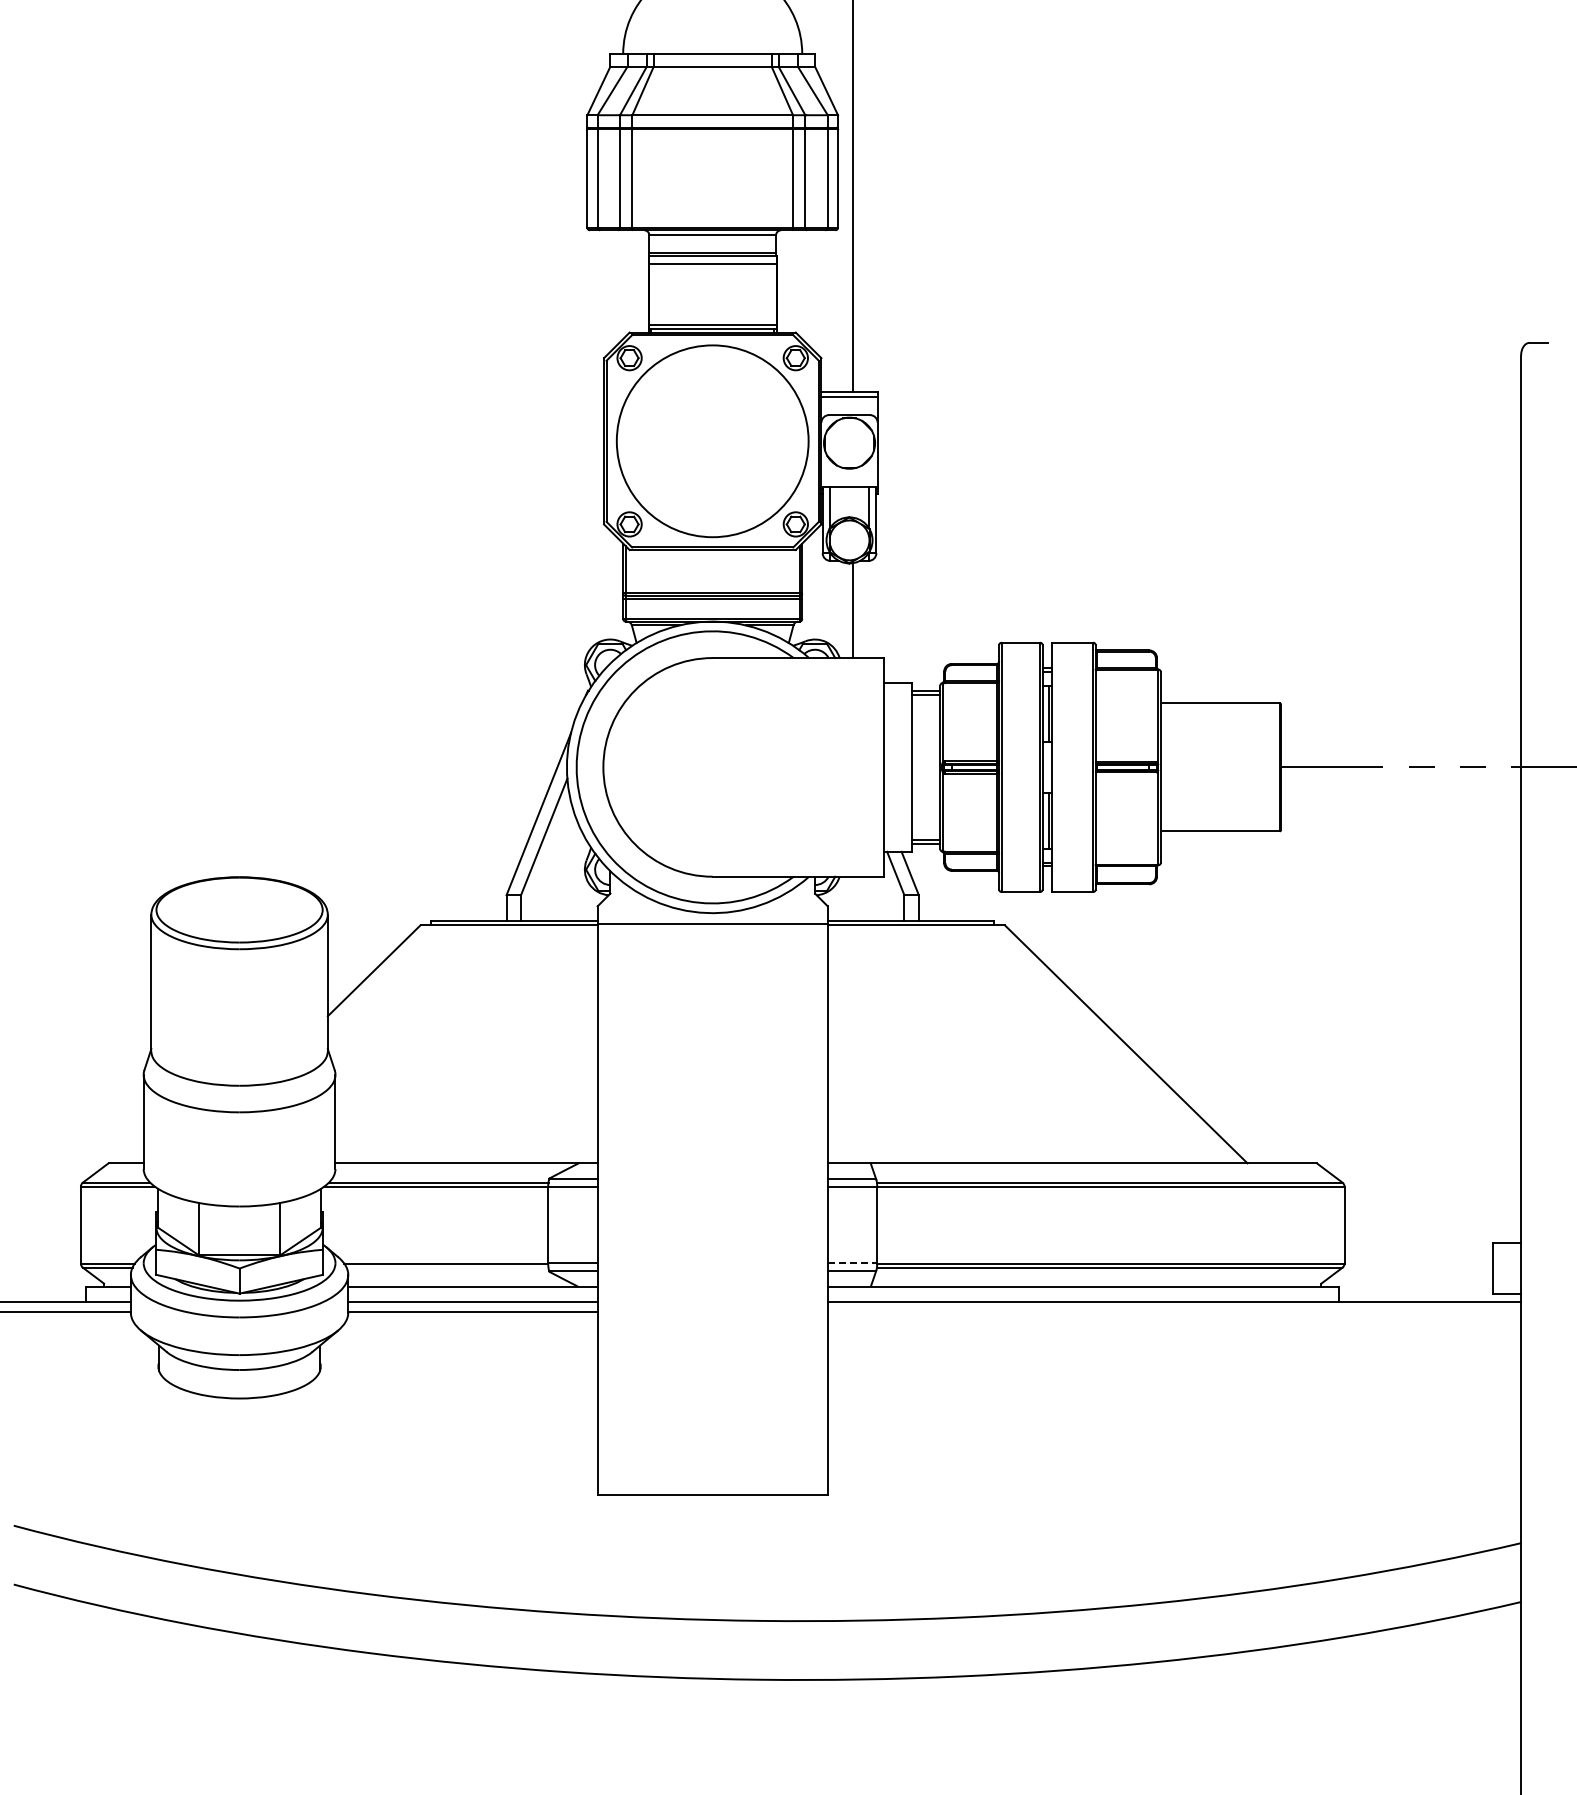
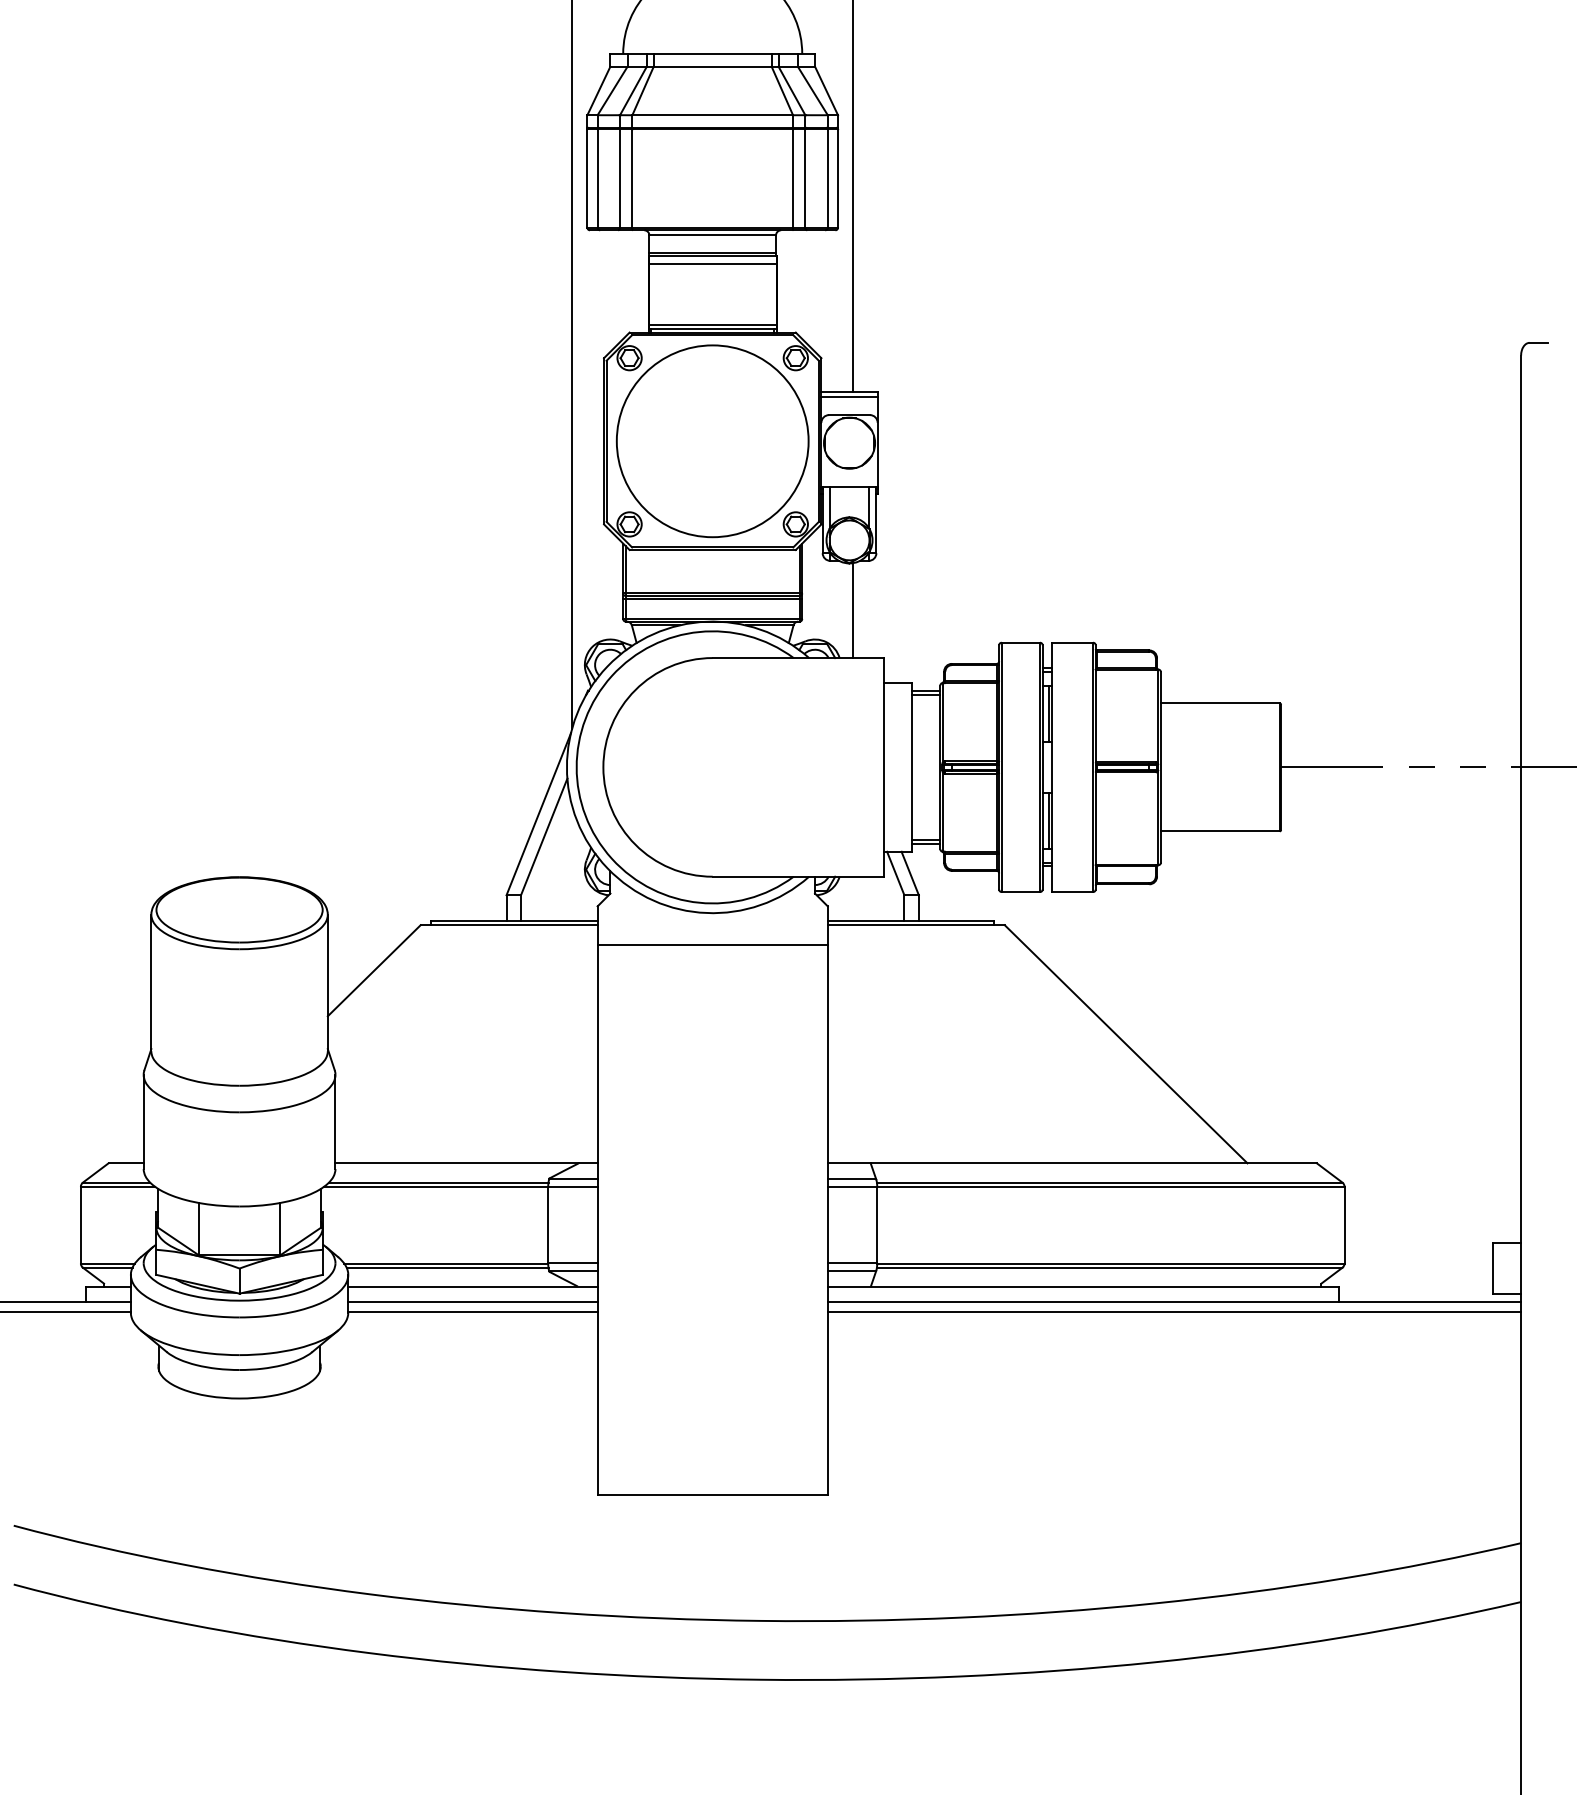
line at (572, 365): none -> present
line at (712, 923) position: (712, 923) -> (712, 944)
line at (852, 1262): dashed -> solid
line at (447, 1267): none -> present
line at (1174, 1312): none -> present
